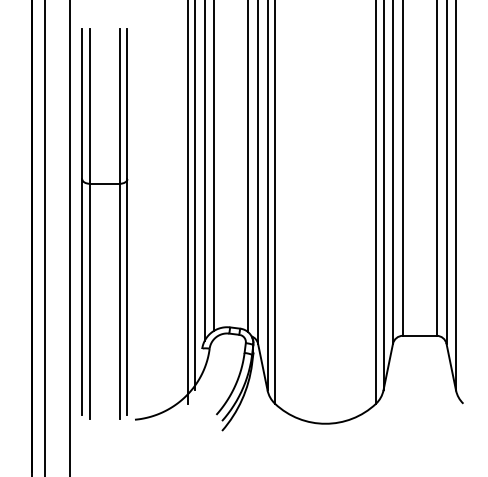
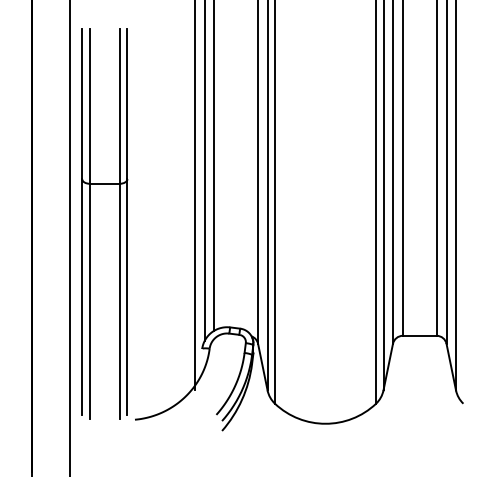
line at (248, 167): present -> none
line at (187, 202): present -> none
line at (44, 237): present -> none
